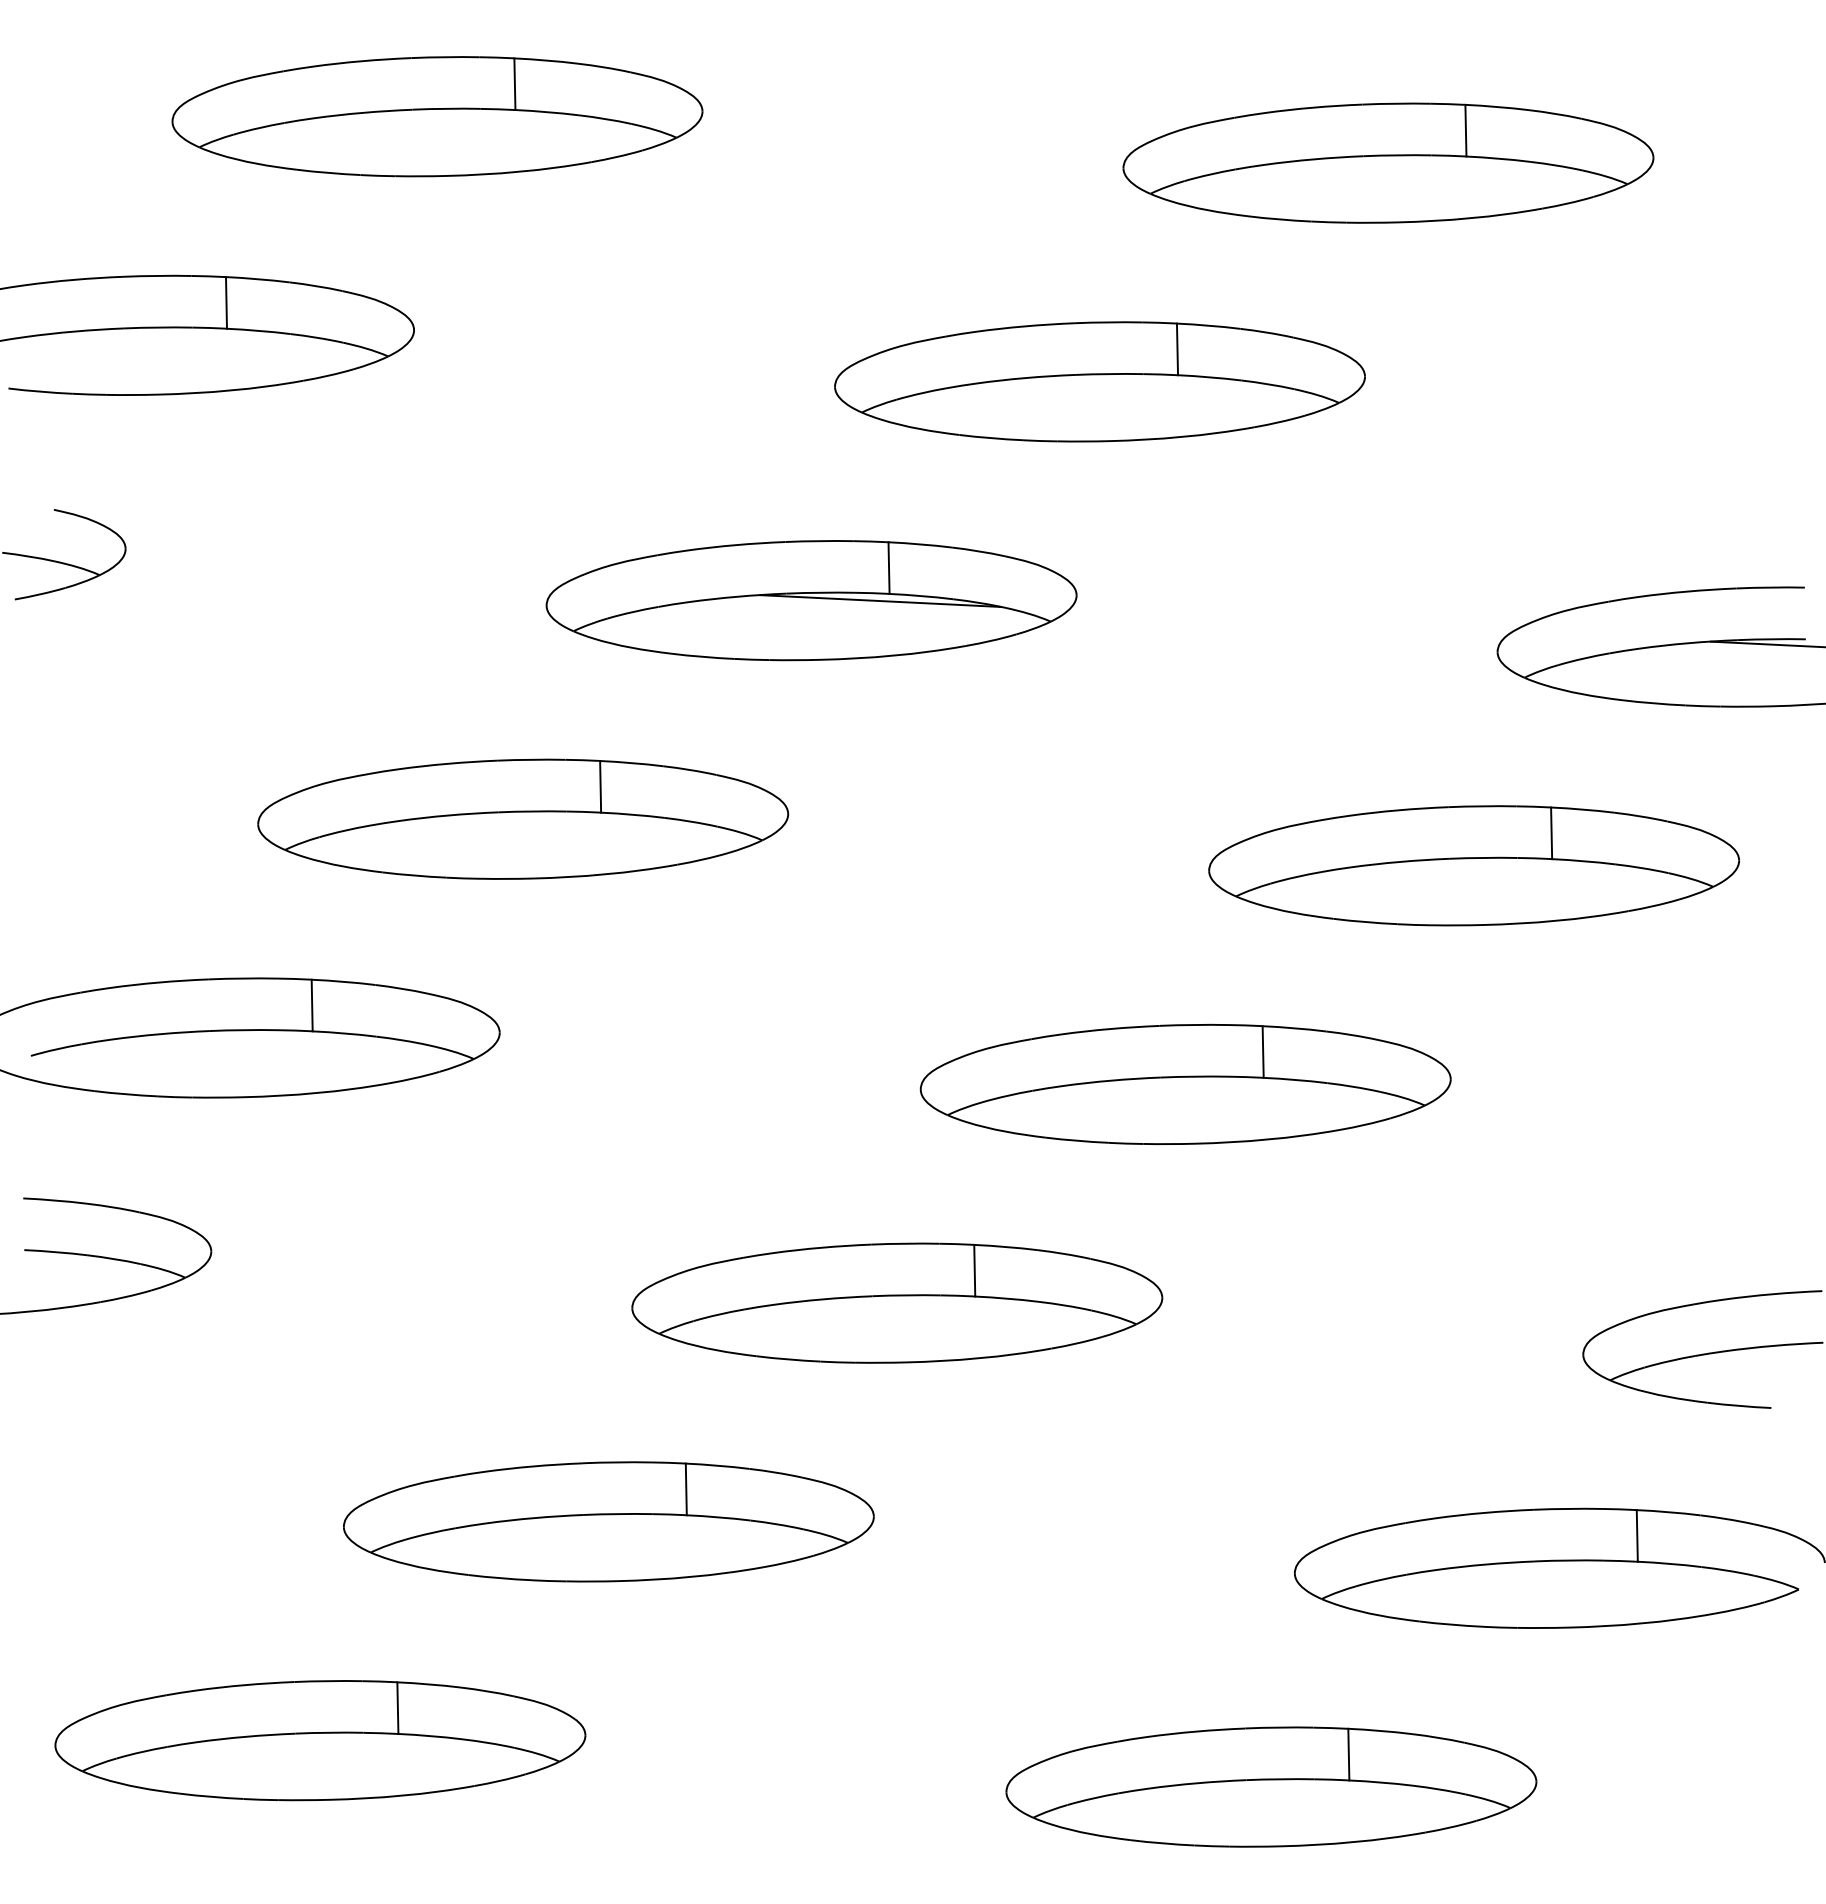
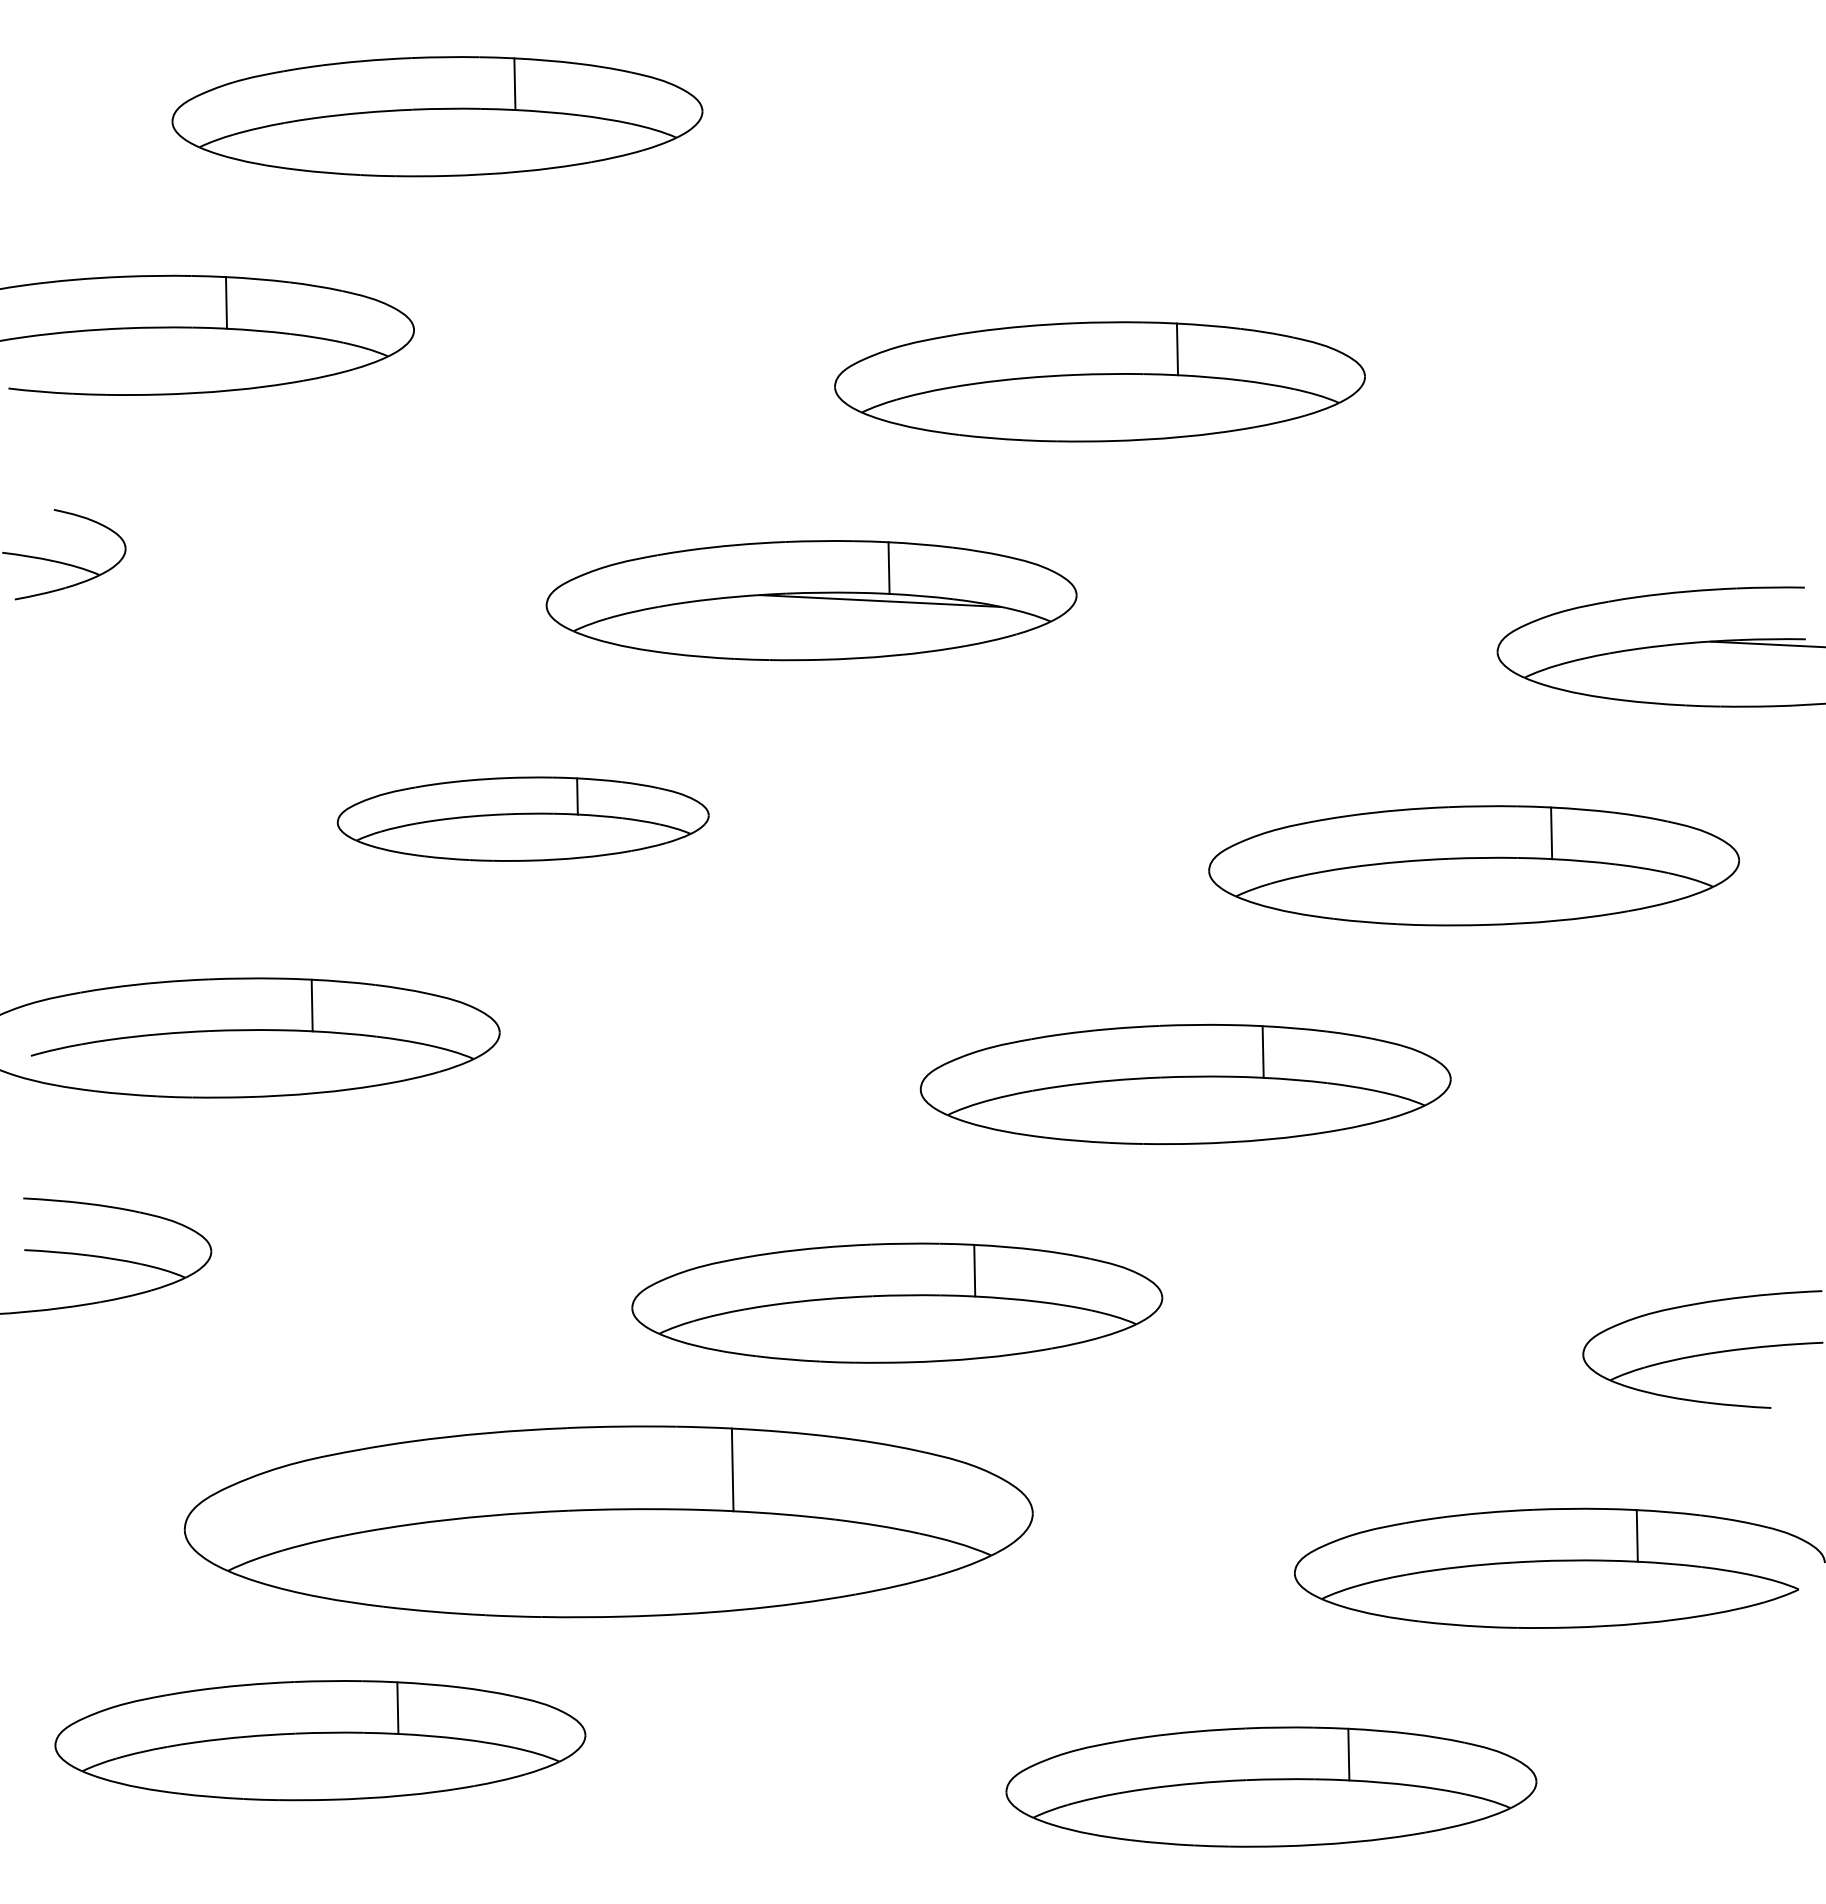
part at (1388, 162): present -> none
part at (523, 818) size: 533x122 px -> 374x86 px
part at (608, 1521) size: 532x122 px -> 851x194 px
